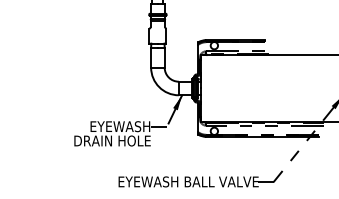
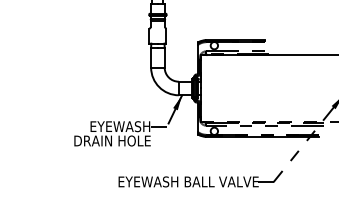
line at (269, 121): solid -> dashed
